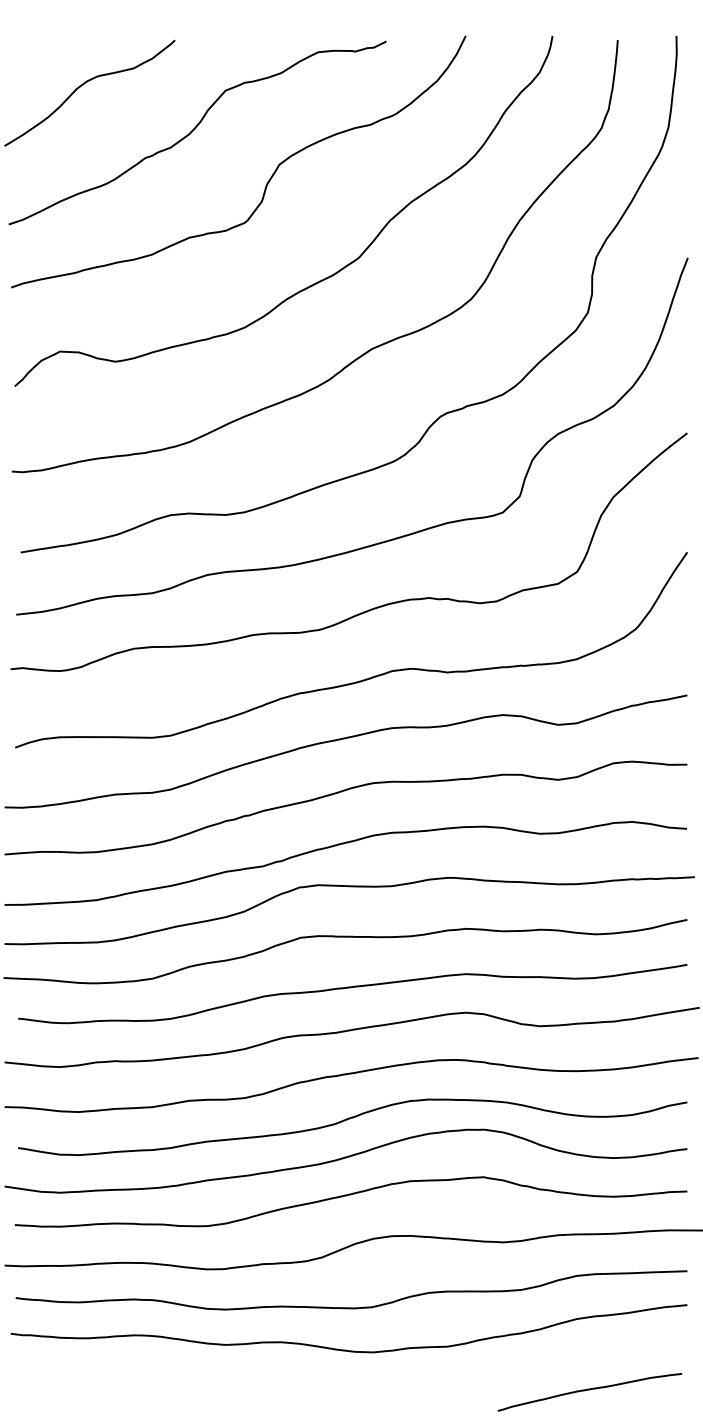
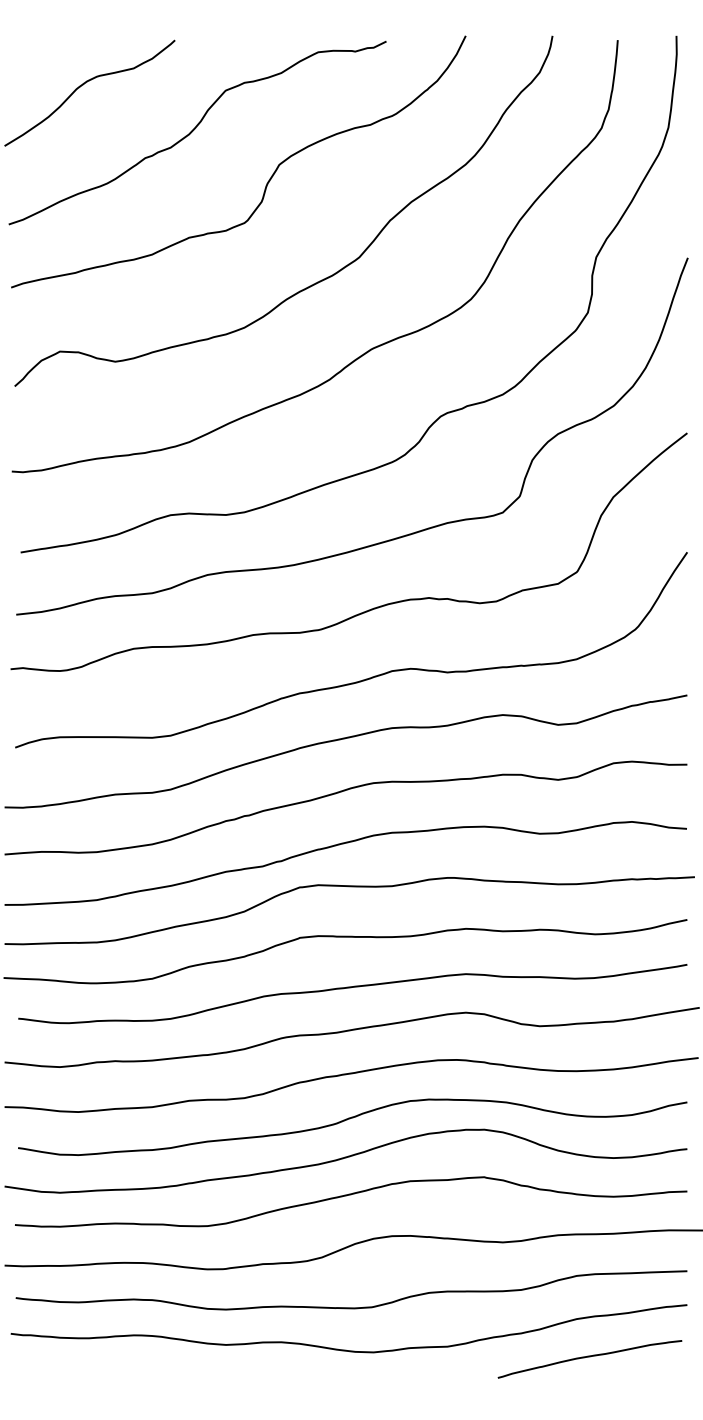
curve at (589, 1390) position: (589, 1390) -> (589, 1357)
